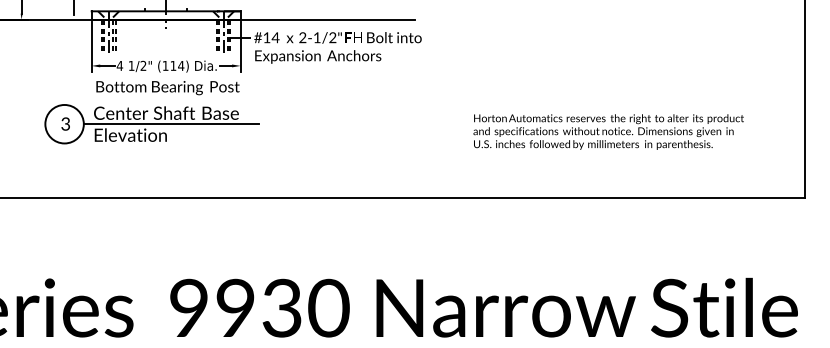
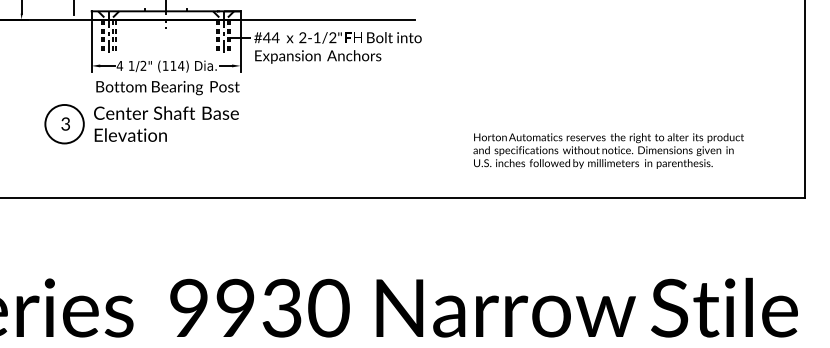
text at (266, 37): #14 -> #44
line at (171, 124): present -> none
text at (608, 131) position: (608, 131) -> (608, 150)
